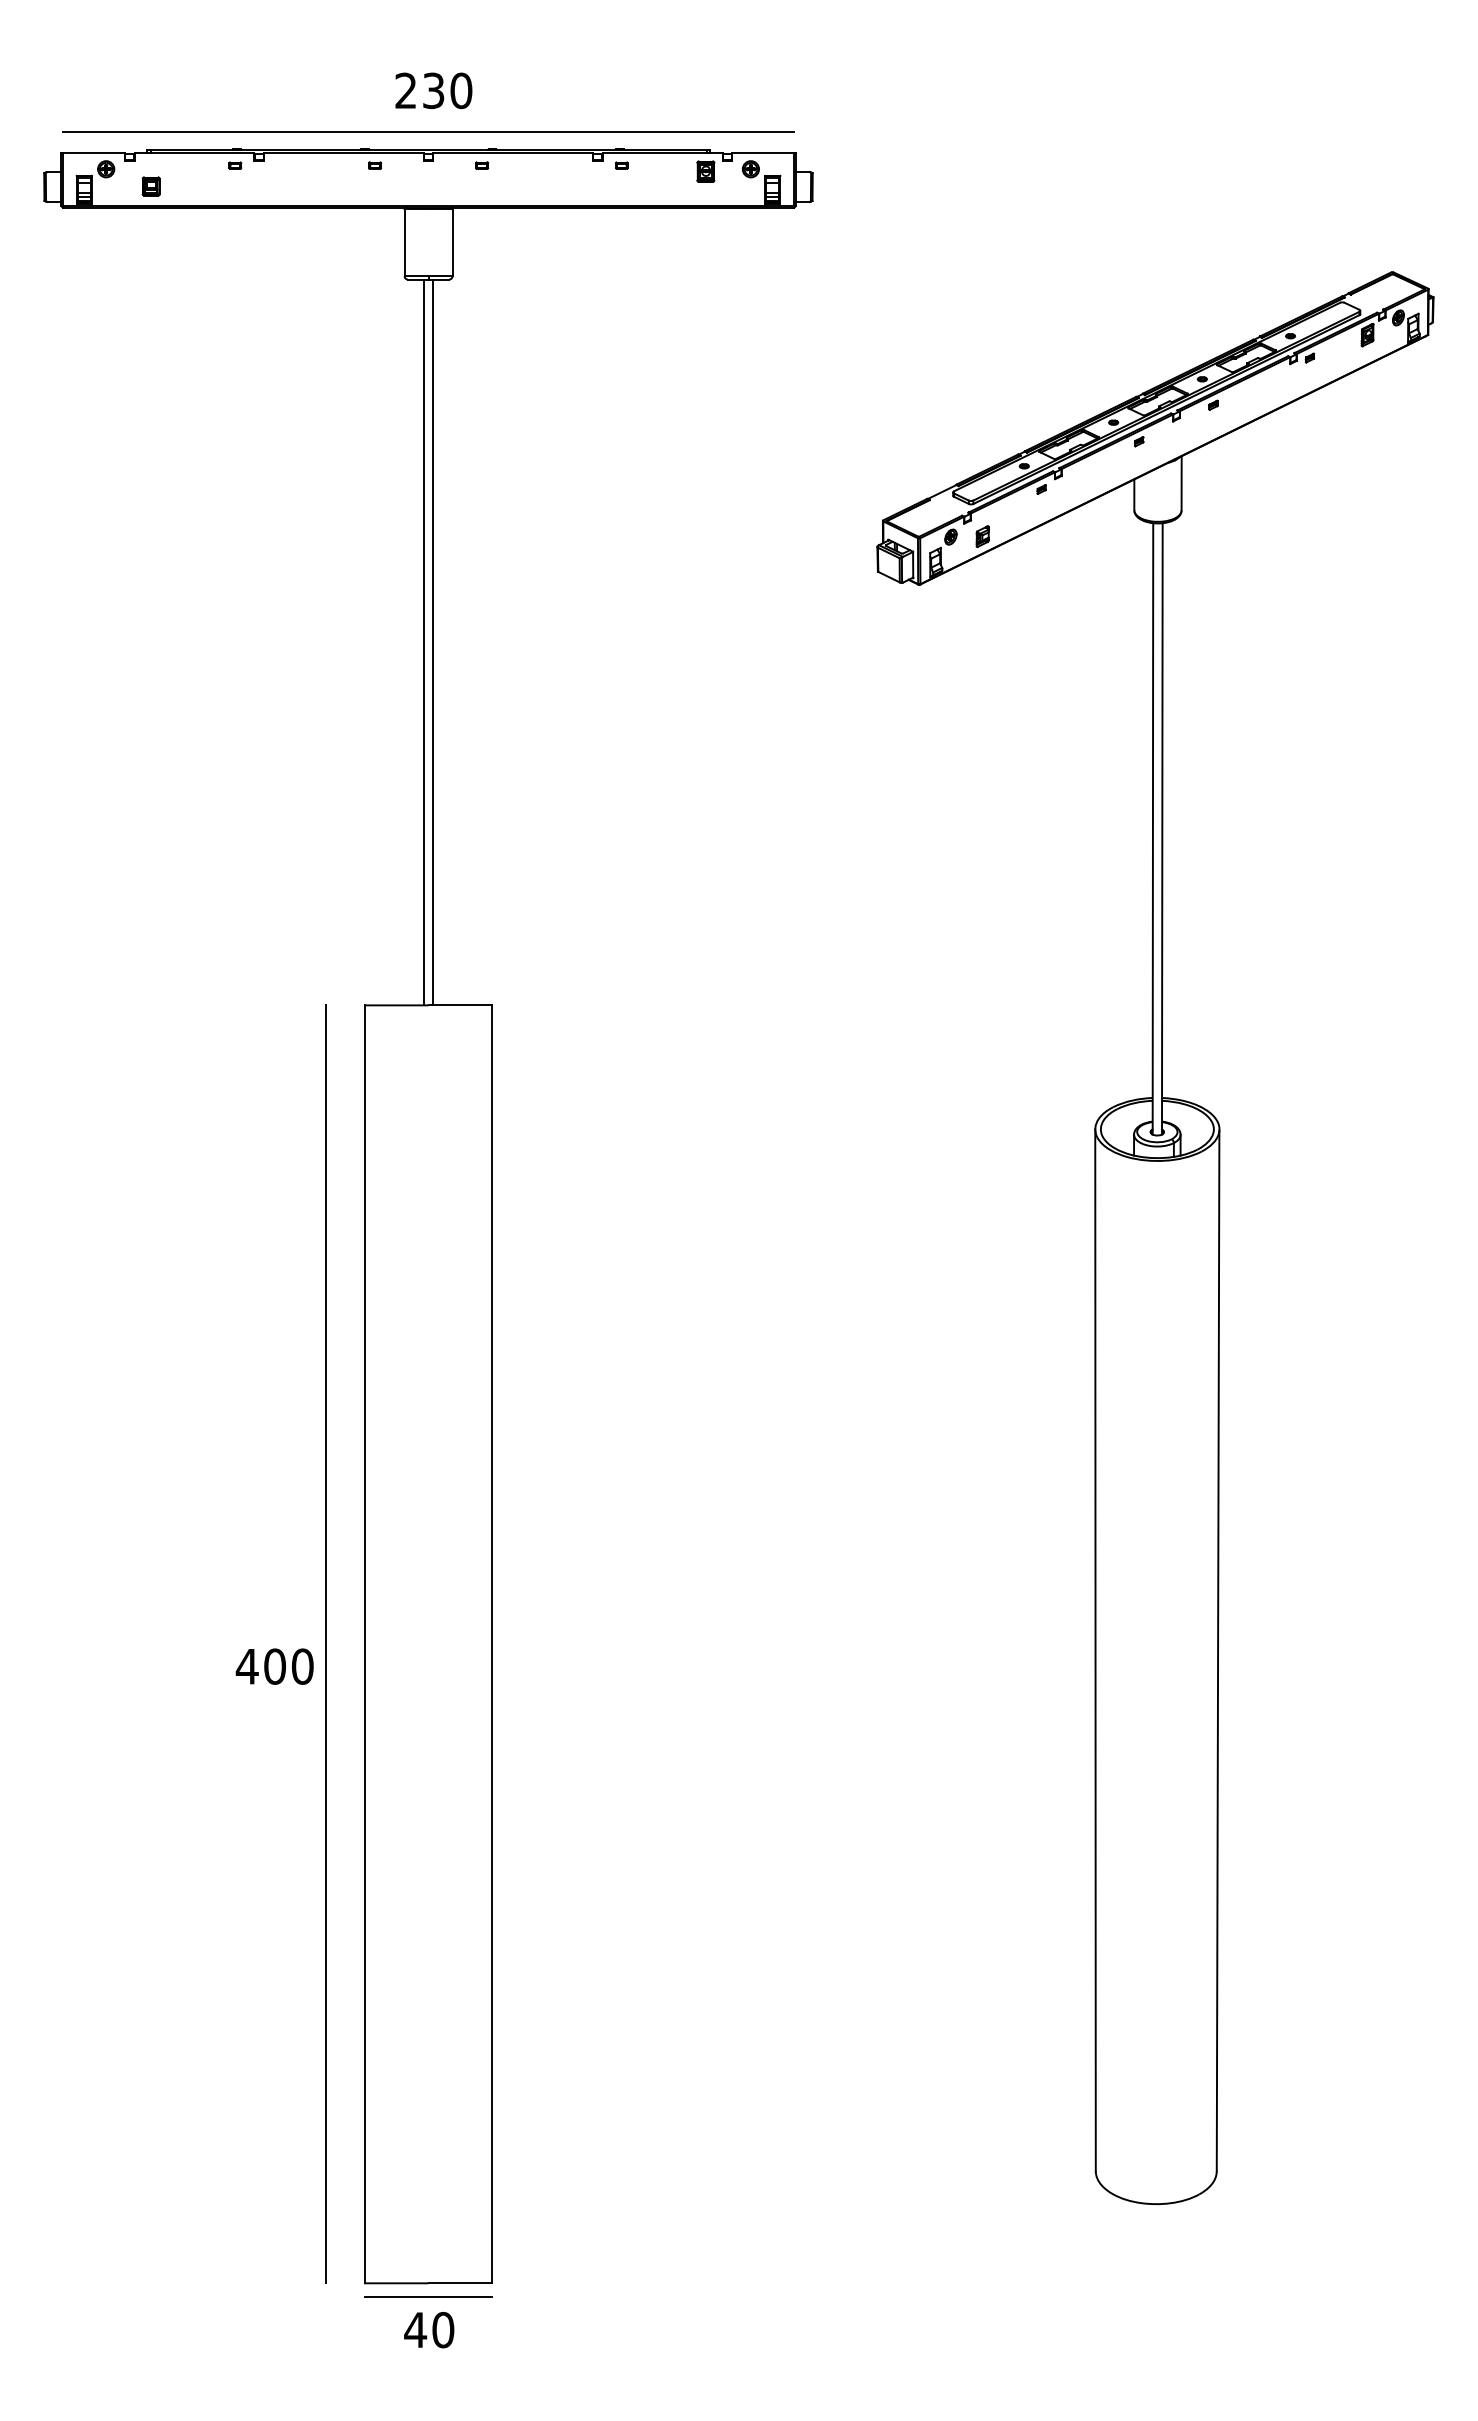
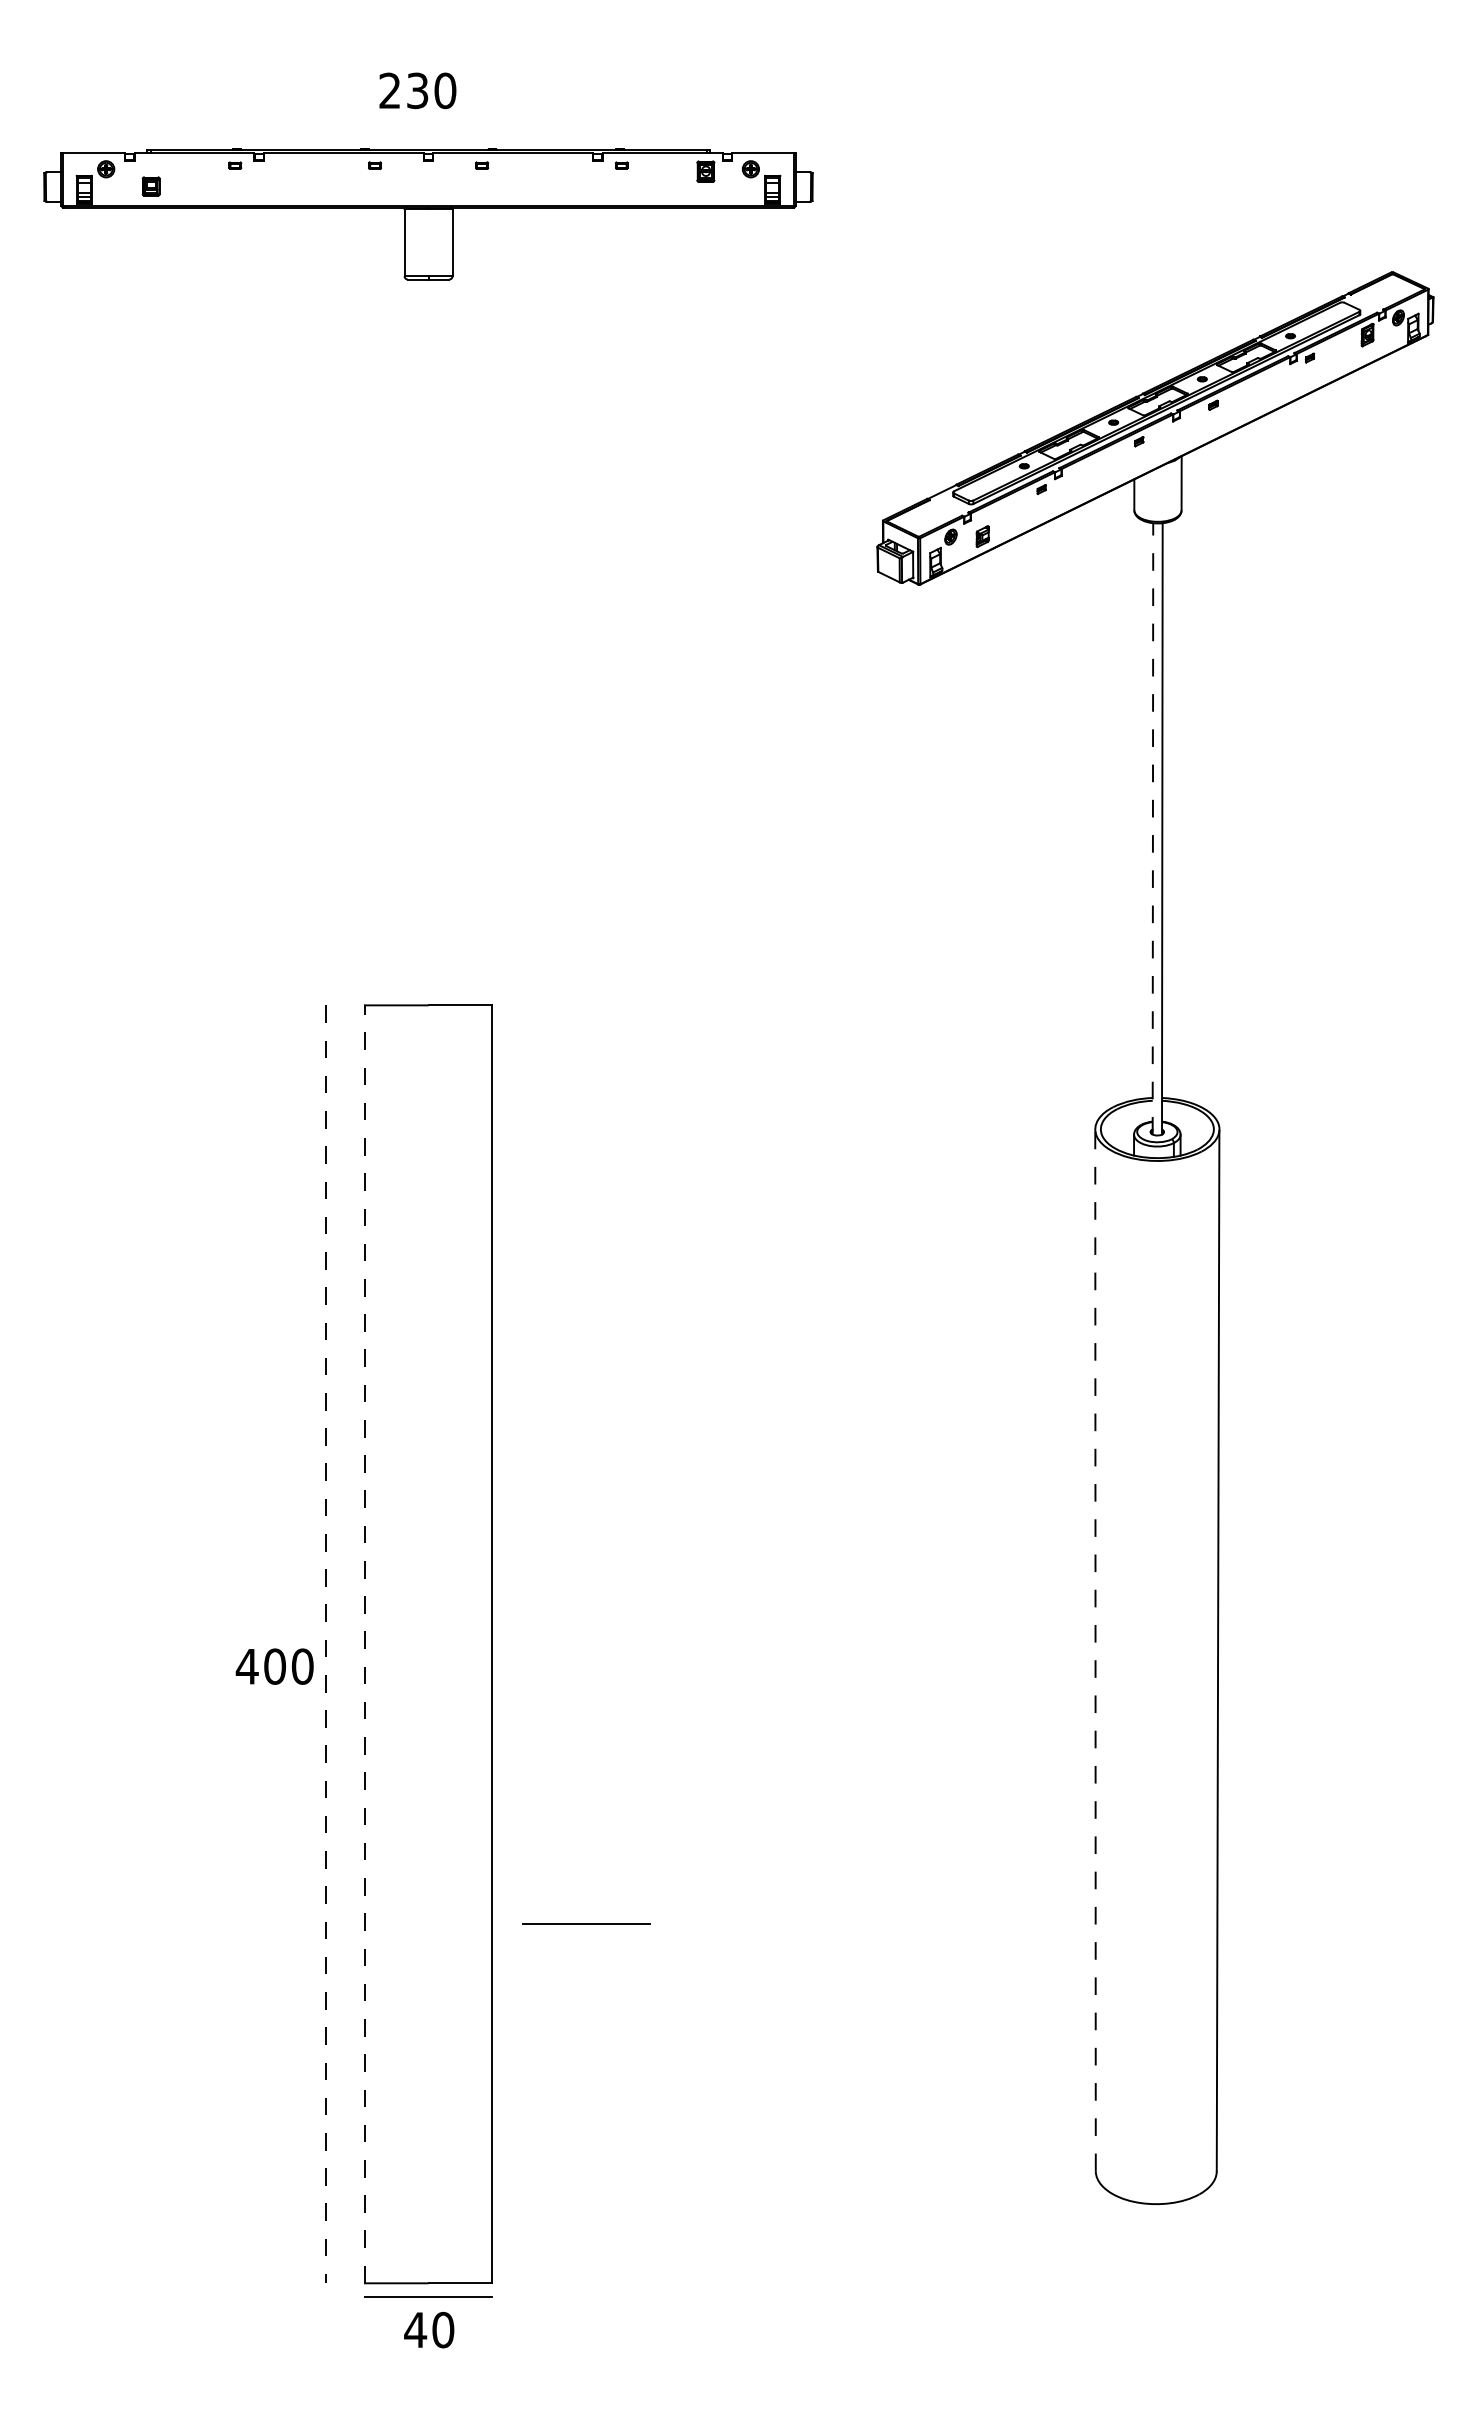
text at (433, 90) position: (433, 90) -> (417, 90)
line at (428, 131): present -> none
line at (423, 642): present -> none
line at (433, 642): present -> none
line at (1152, 828): solid -> dashed
line at (325, 1644): solid -> dashed
line at (364, 1644): solid -> dashed
line at (1095, 1650): solid -> dashed
line at (586, 1923): none -> present
